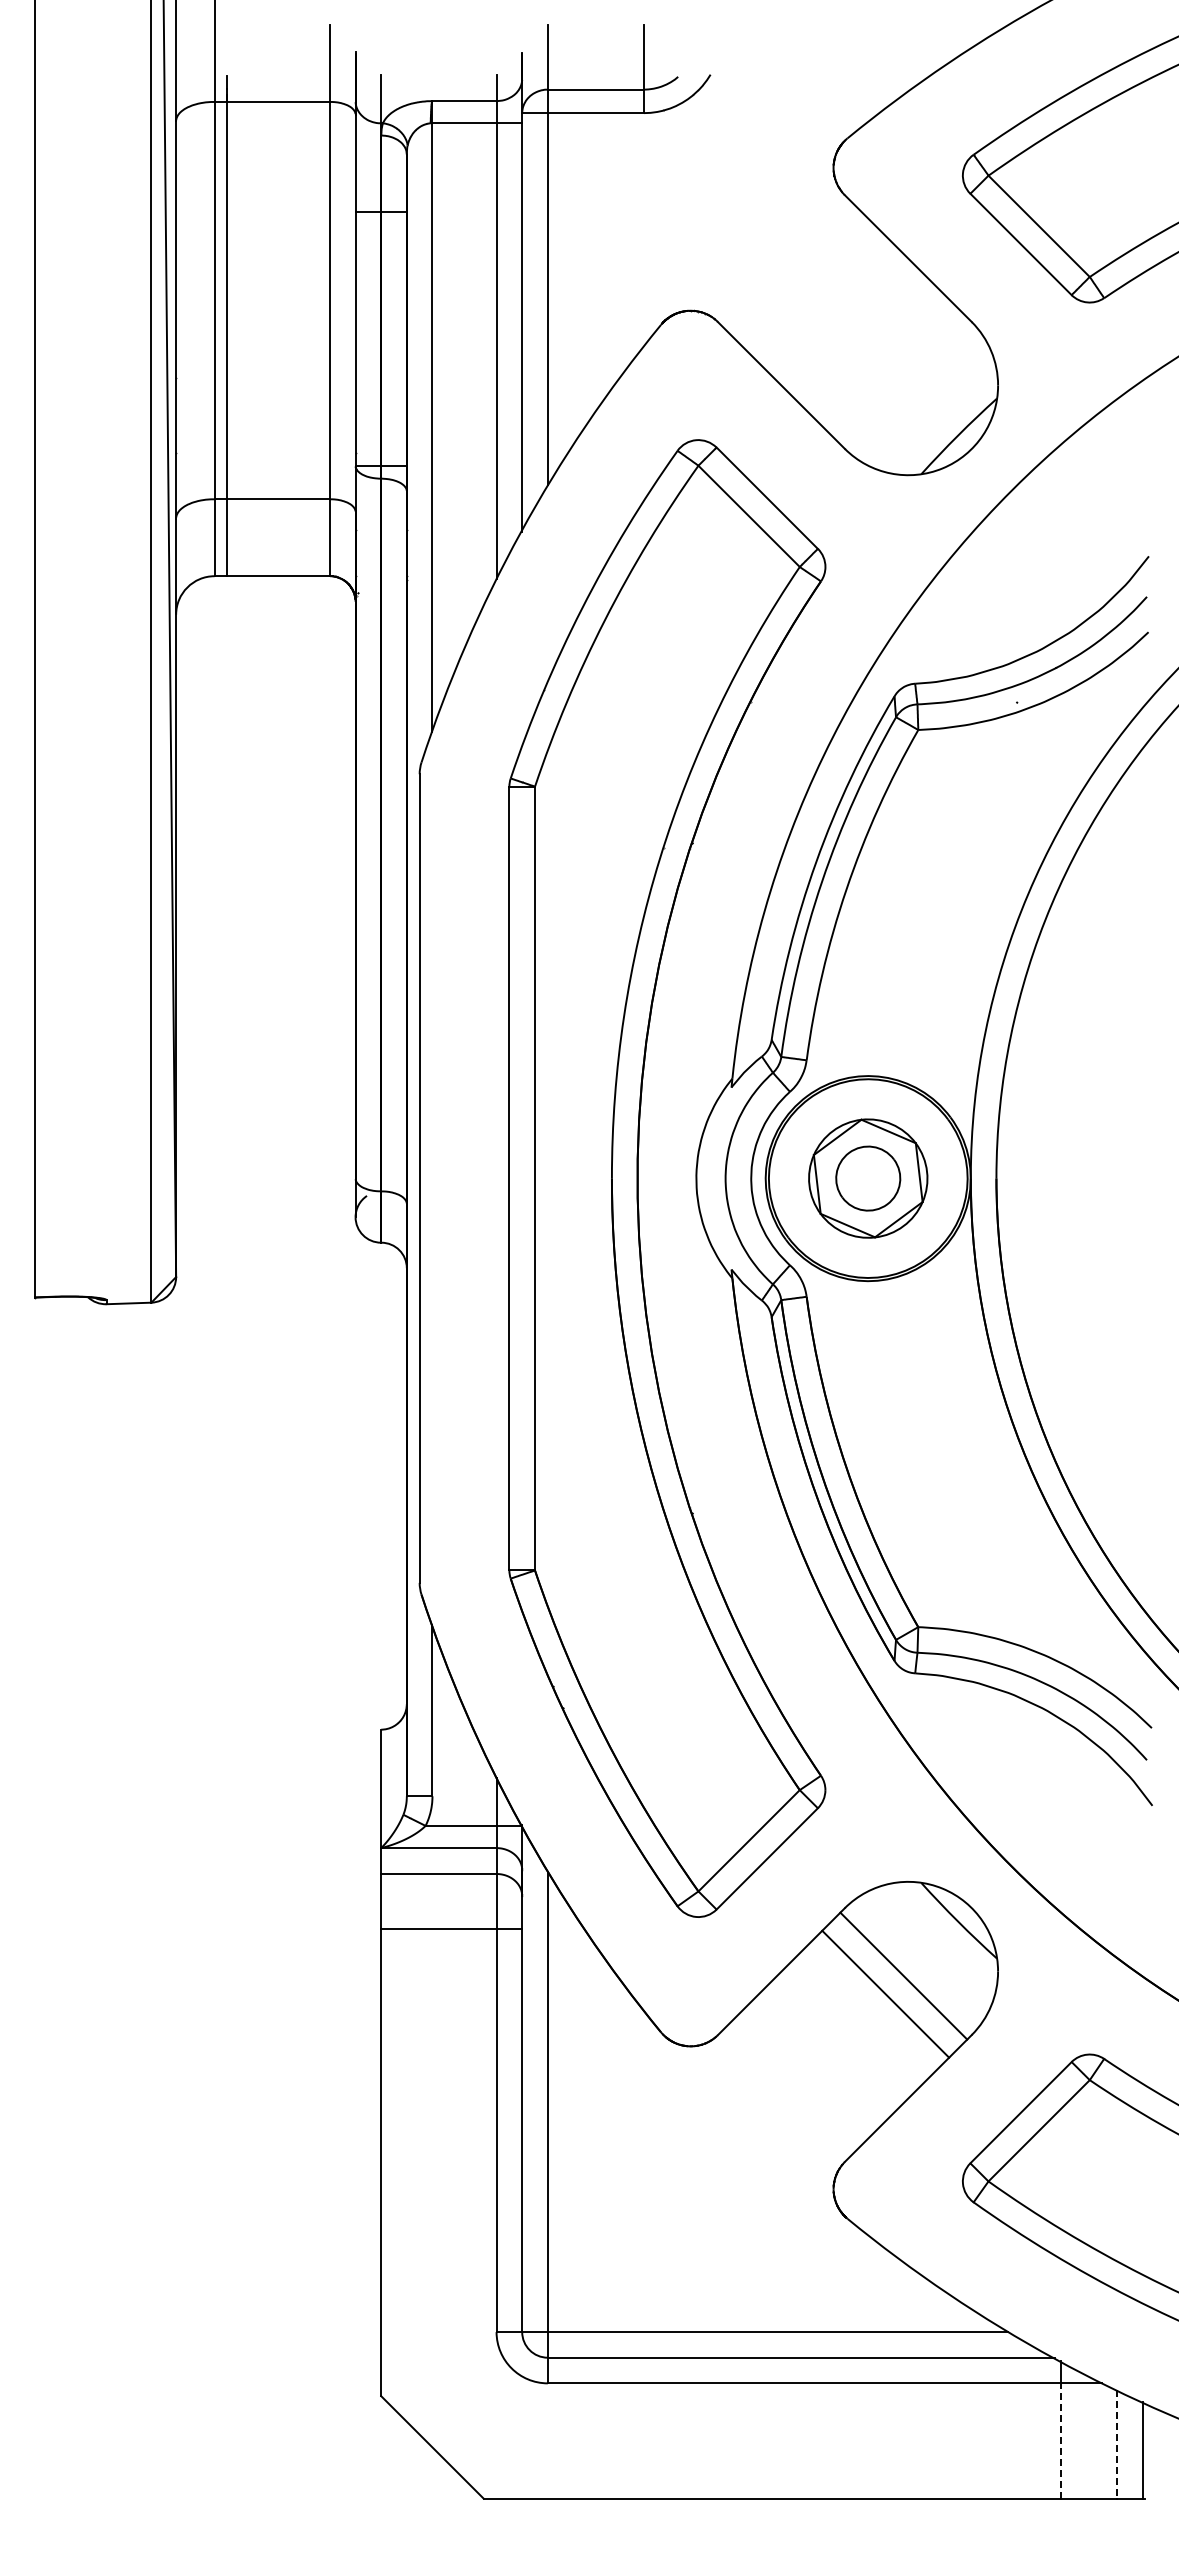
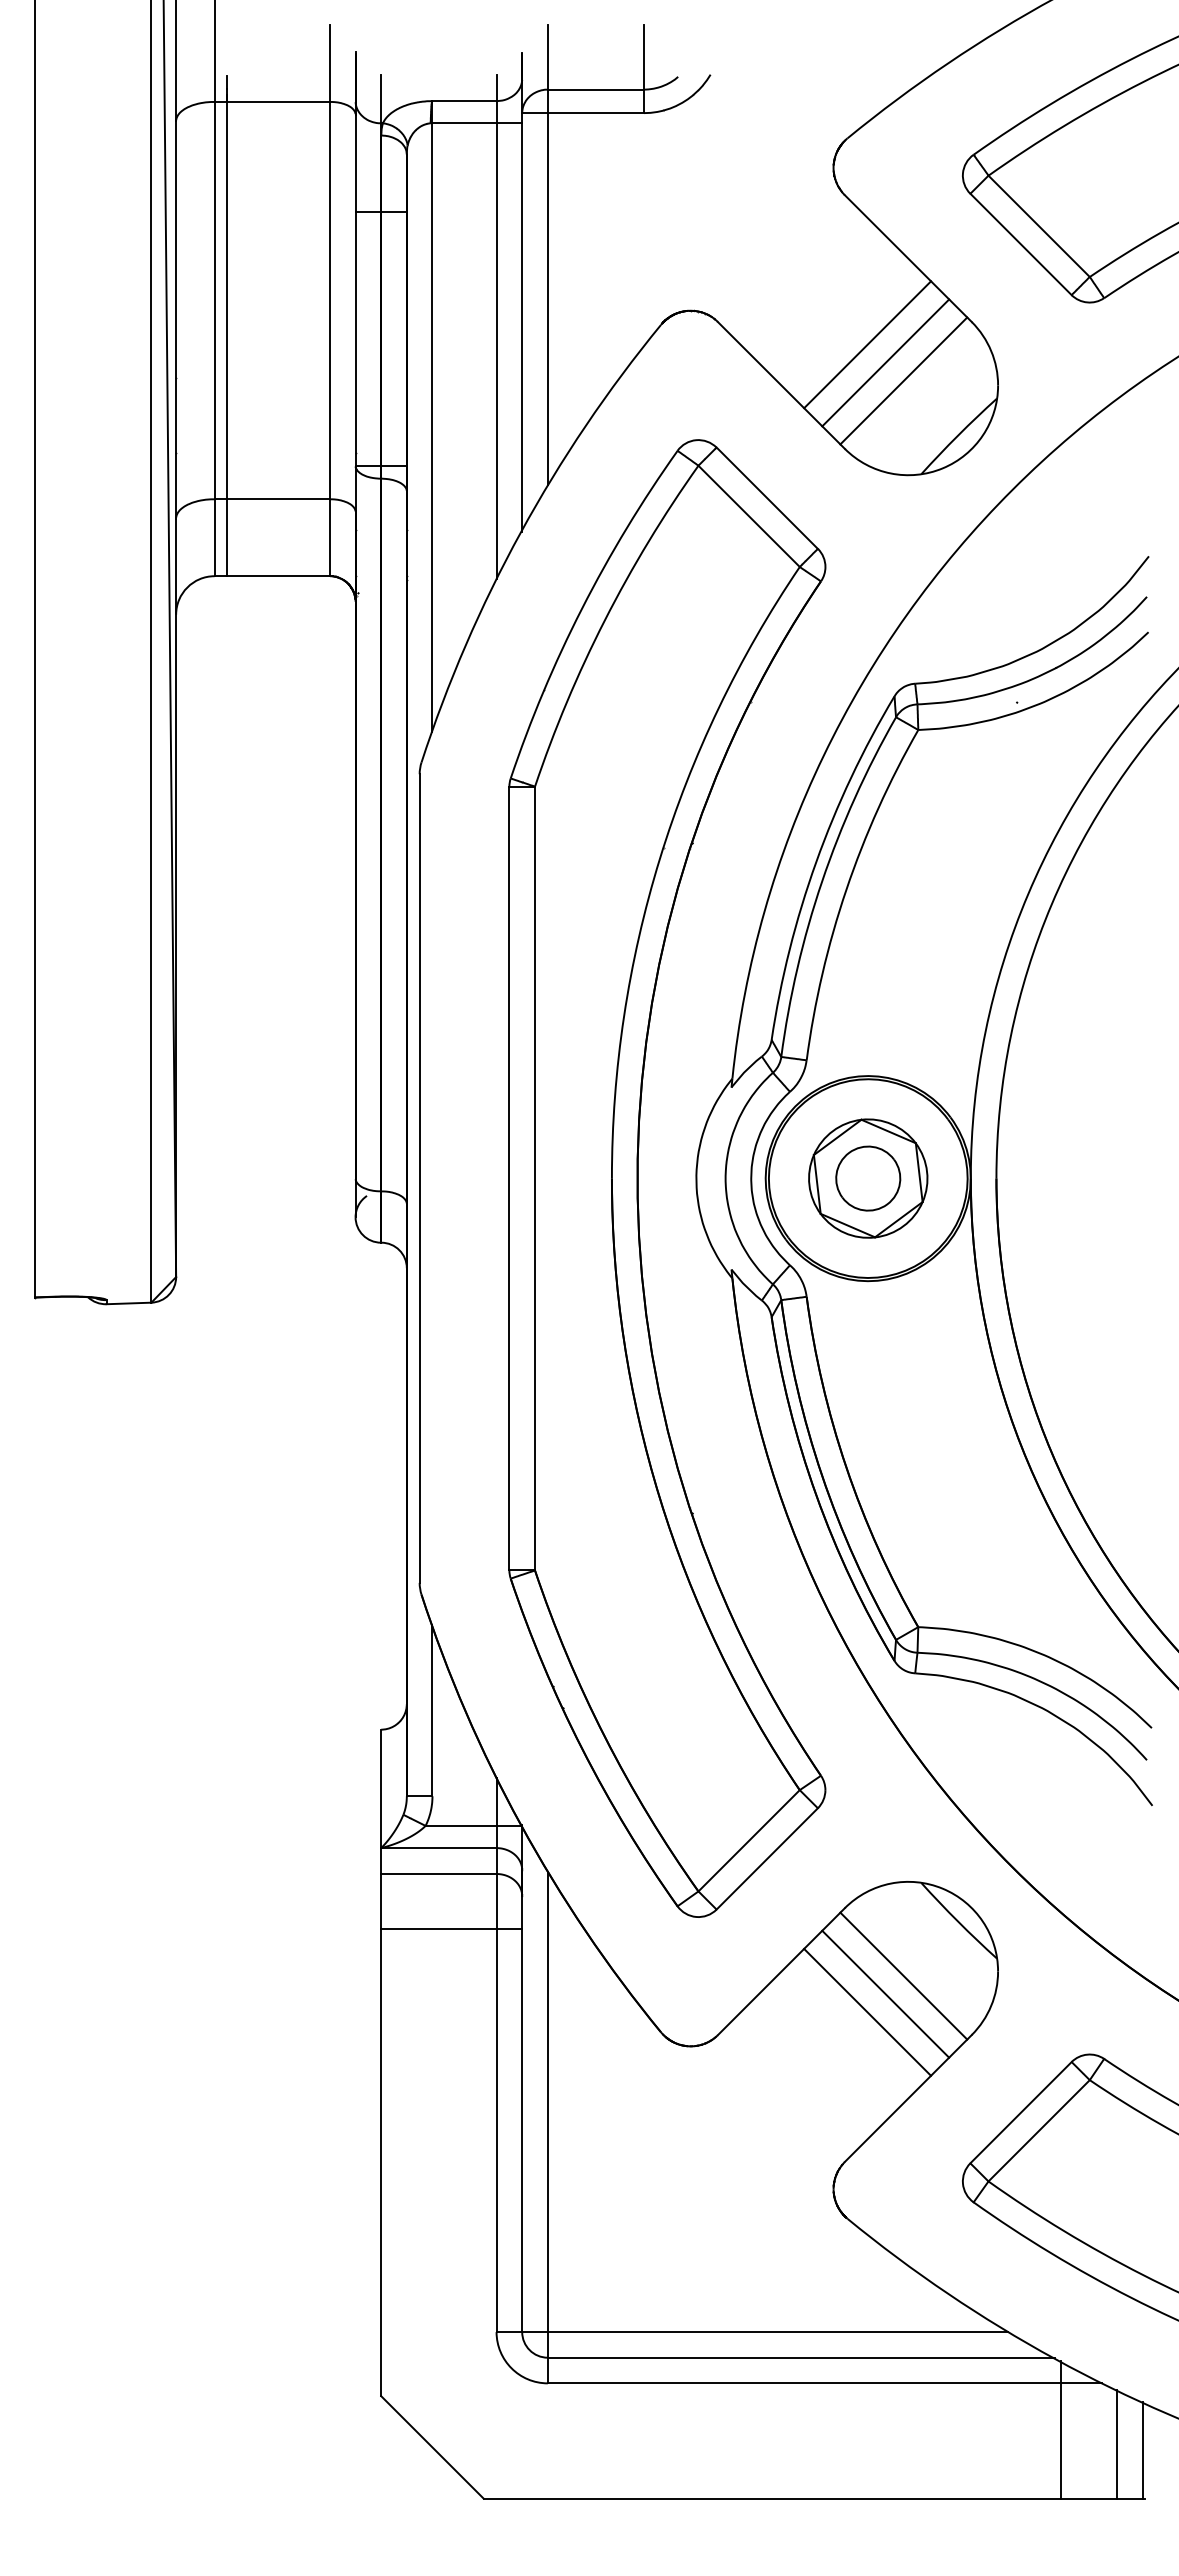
line at (867, 344): none -> present
line at (885, 362): none -> present
line at (903, 380): none -> present
line at (867, 2011): none -> present
line at (1061, 2441): dashed -> solid
line at (1116, 2444): dashed -> solid
